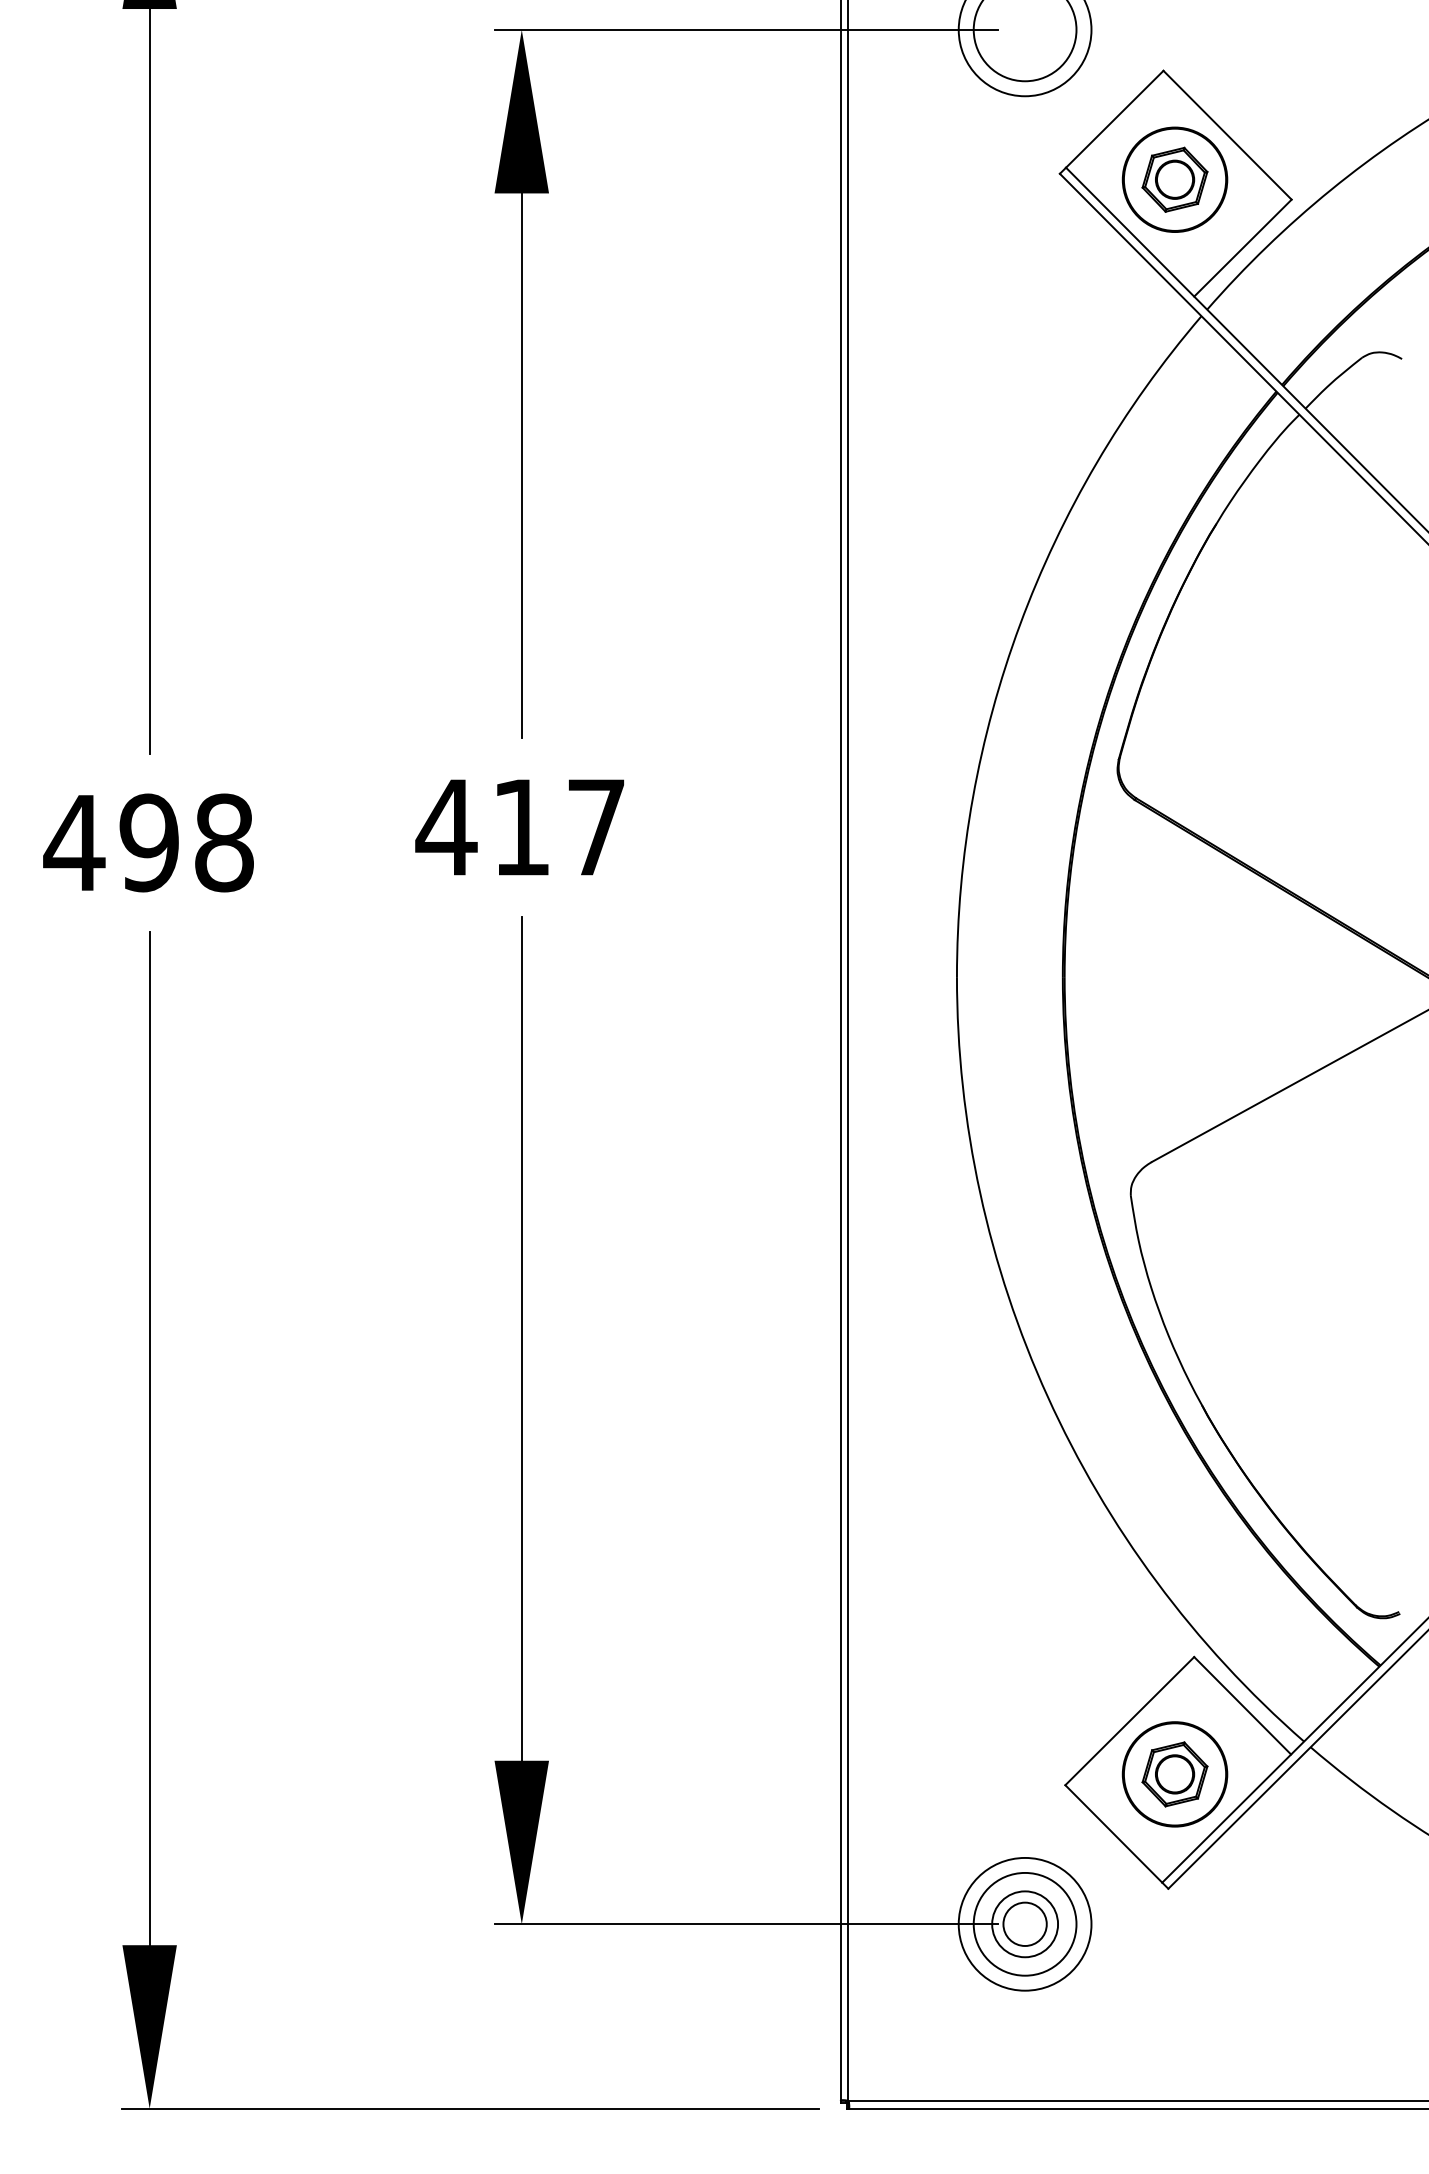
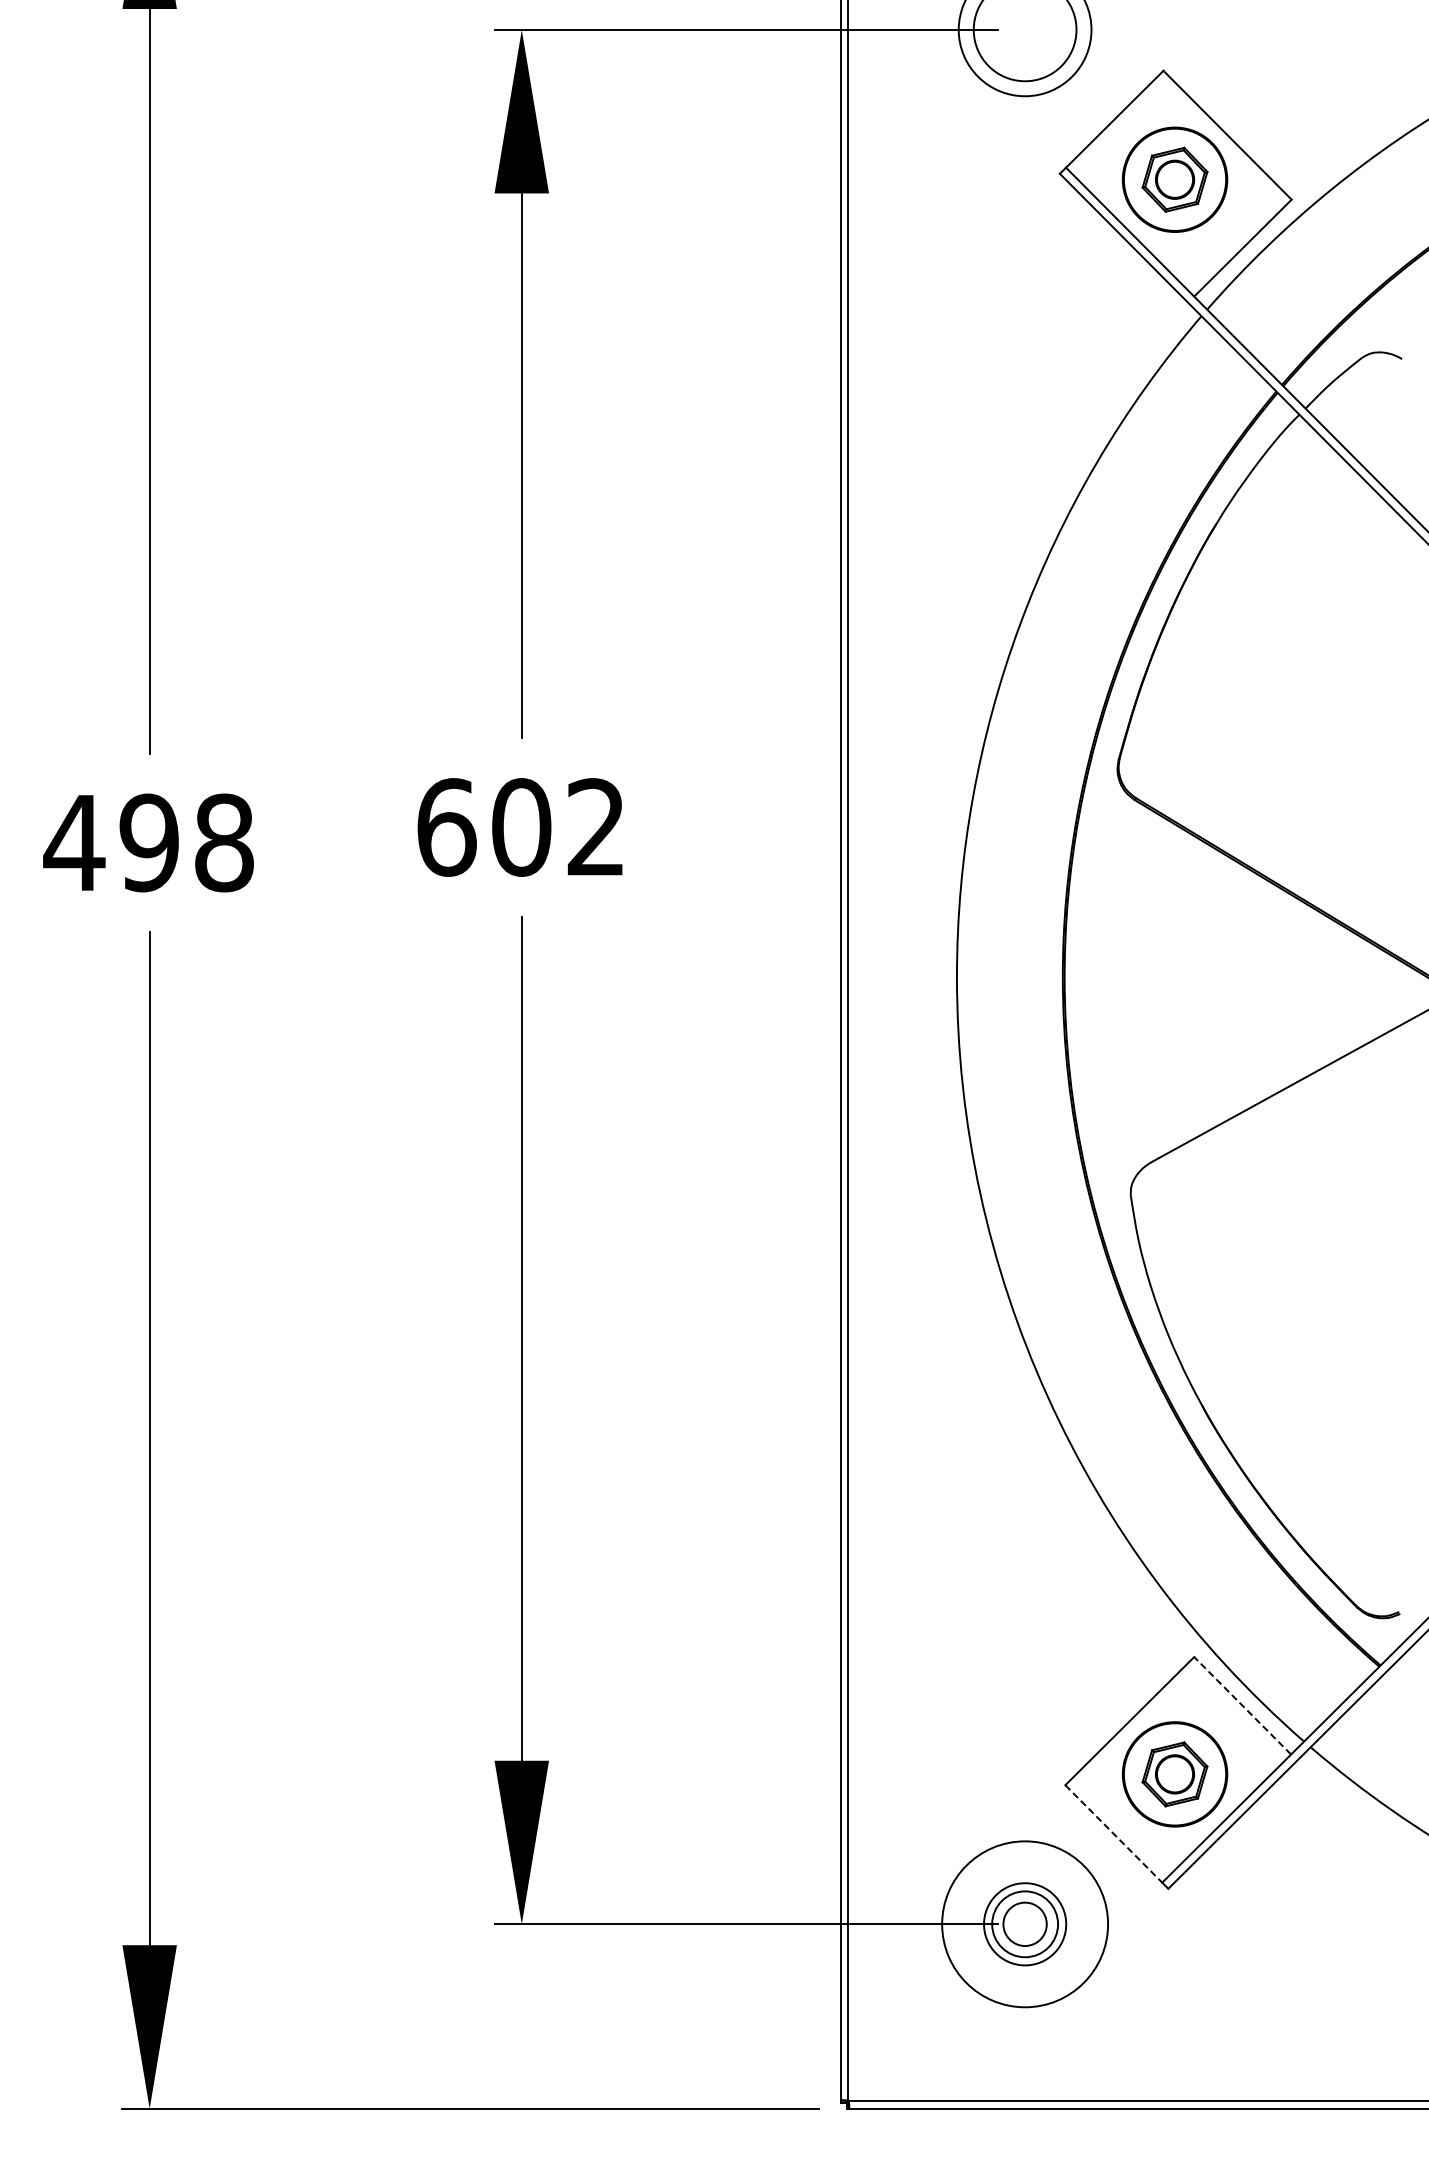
text at (519, 827): 417 -> 602
line at (1242, 1705): solid -> dashed
line at (1113, 1833): solid -> dashed
circle at (1024, 1923) diameter: 103 px -> 82 px
circle at (1024, 1923) diameter: 133 px -> 166 px
